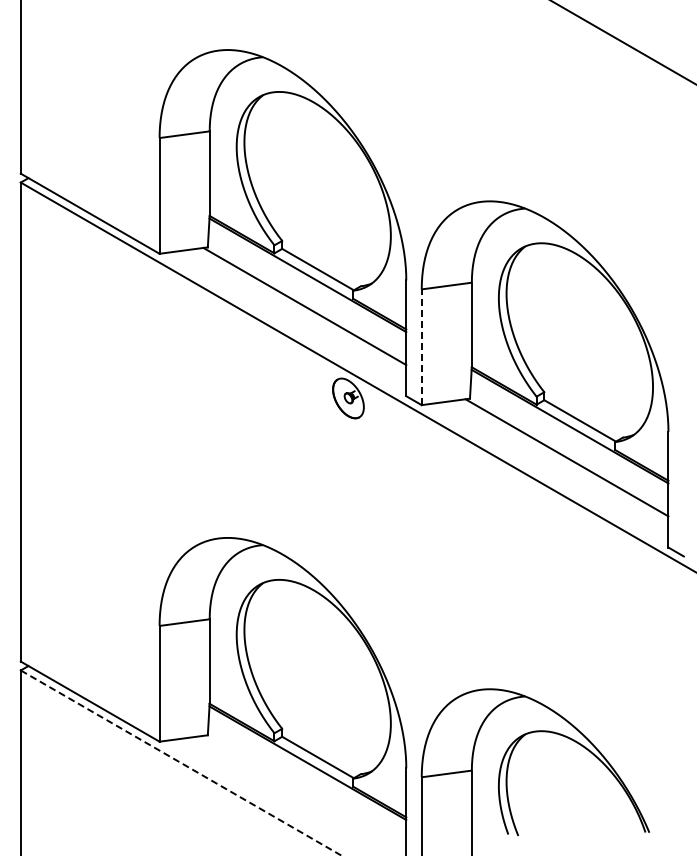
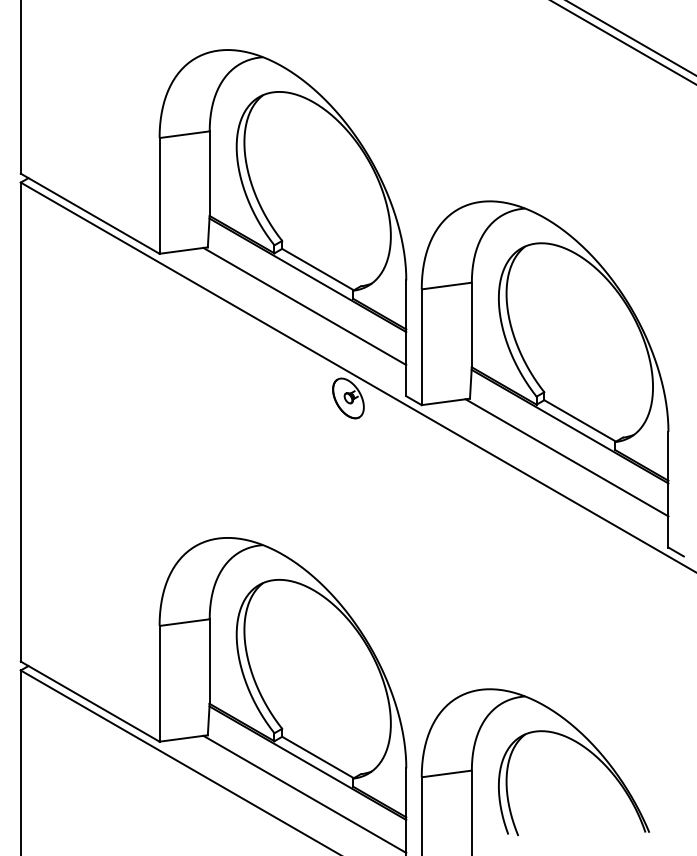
line at (631, 38): none -> present
line at (421, 347): dashed -> solid
line at (181, 763): dashed -> solid
line at (304, 793): none -> present
